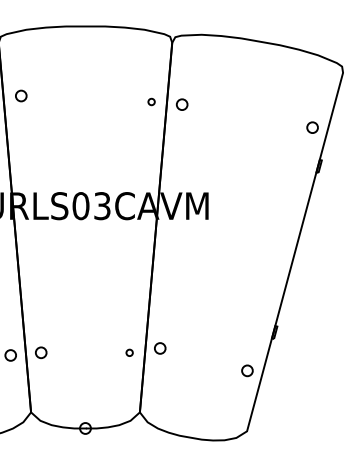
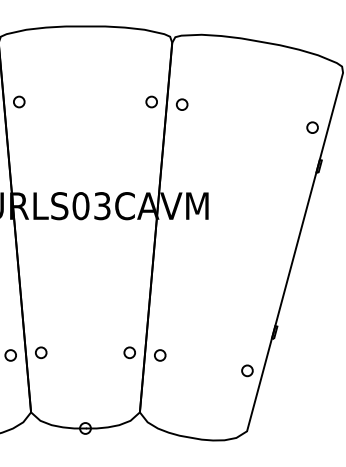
circle at (21, 95) position: (21, 95) -> (19, 101)
circle at (151, 101) size: 9x10 px -> 13x14 px
circle at (160, 348) position: (160, 348) -> (160, 355)
circle at (129, 352) size: 9x9 px -> 13x14 px
